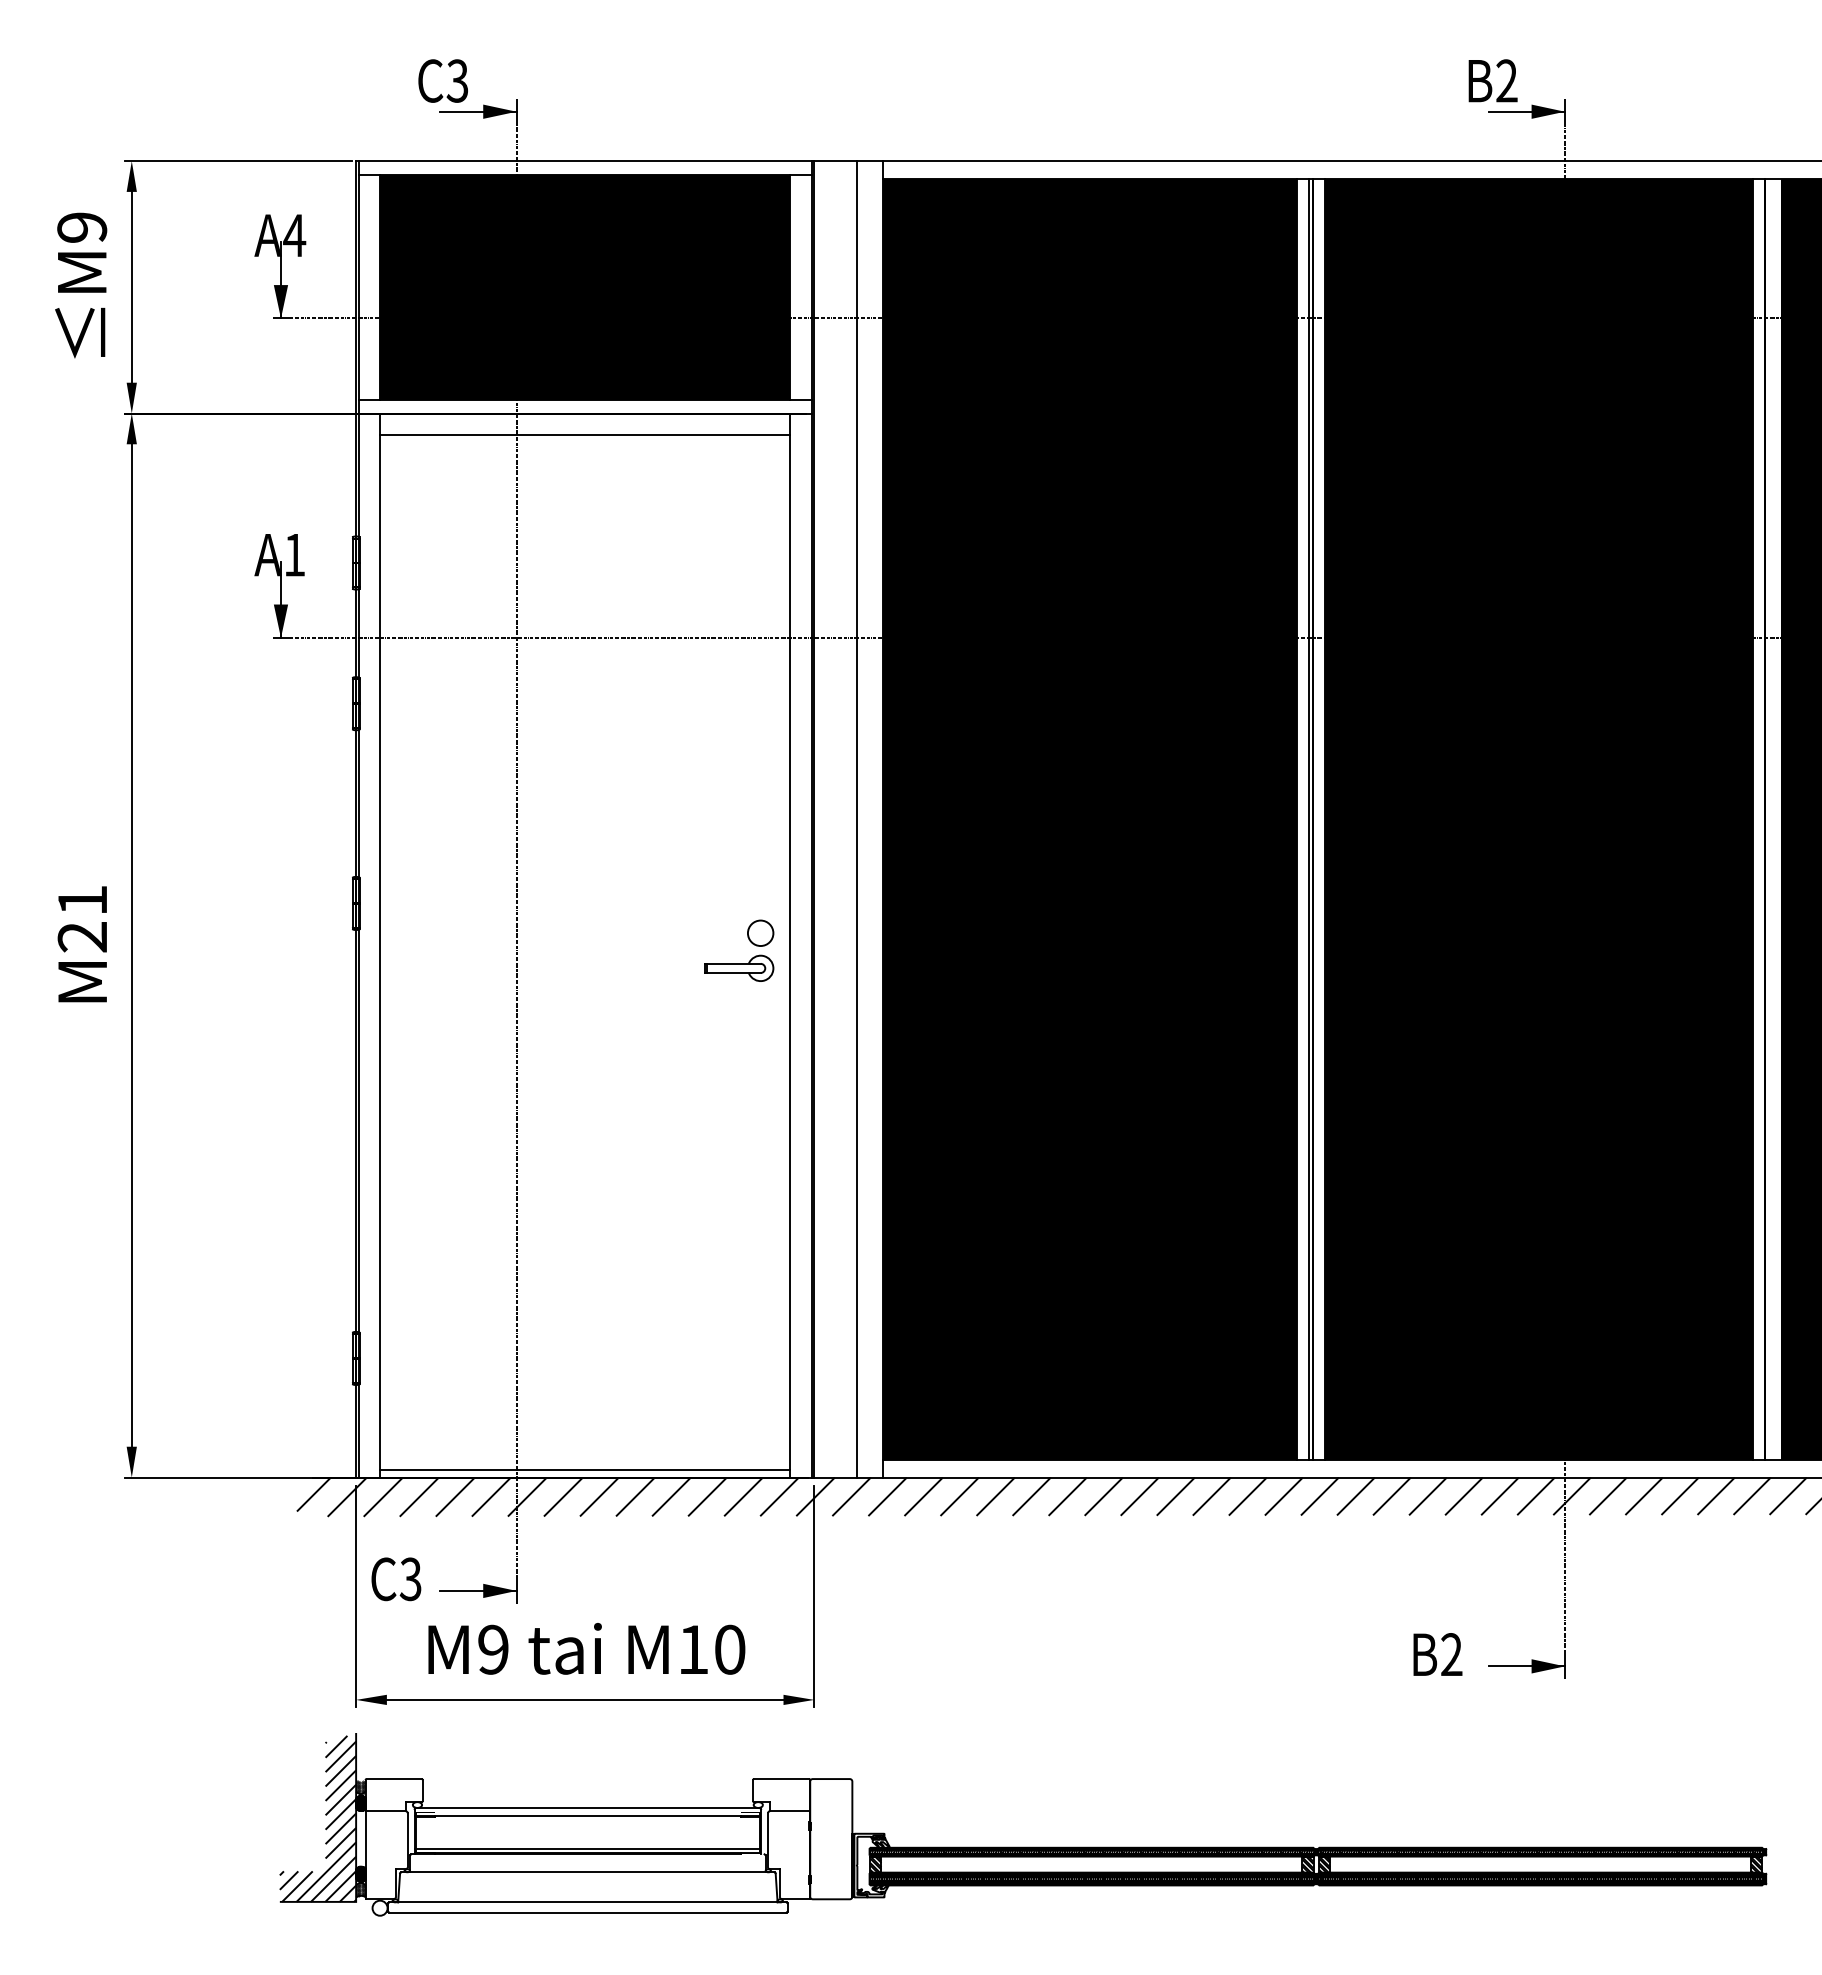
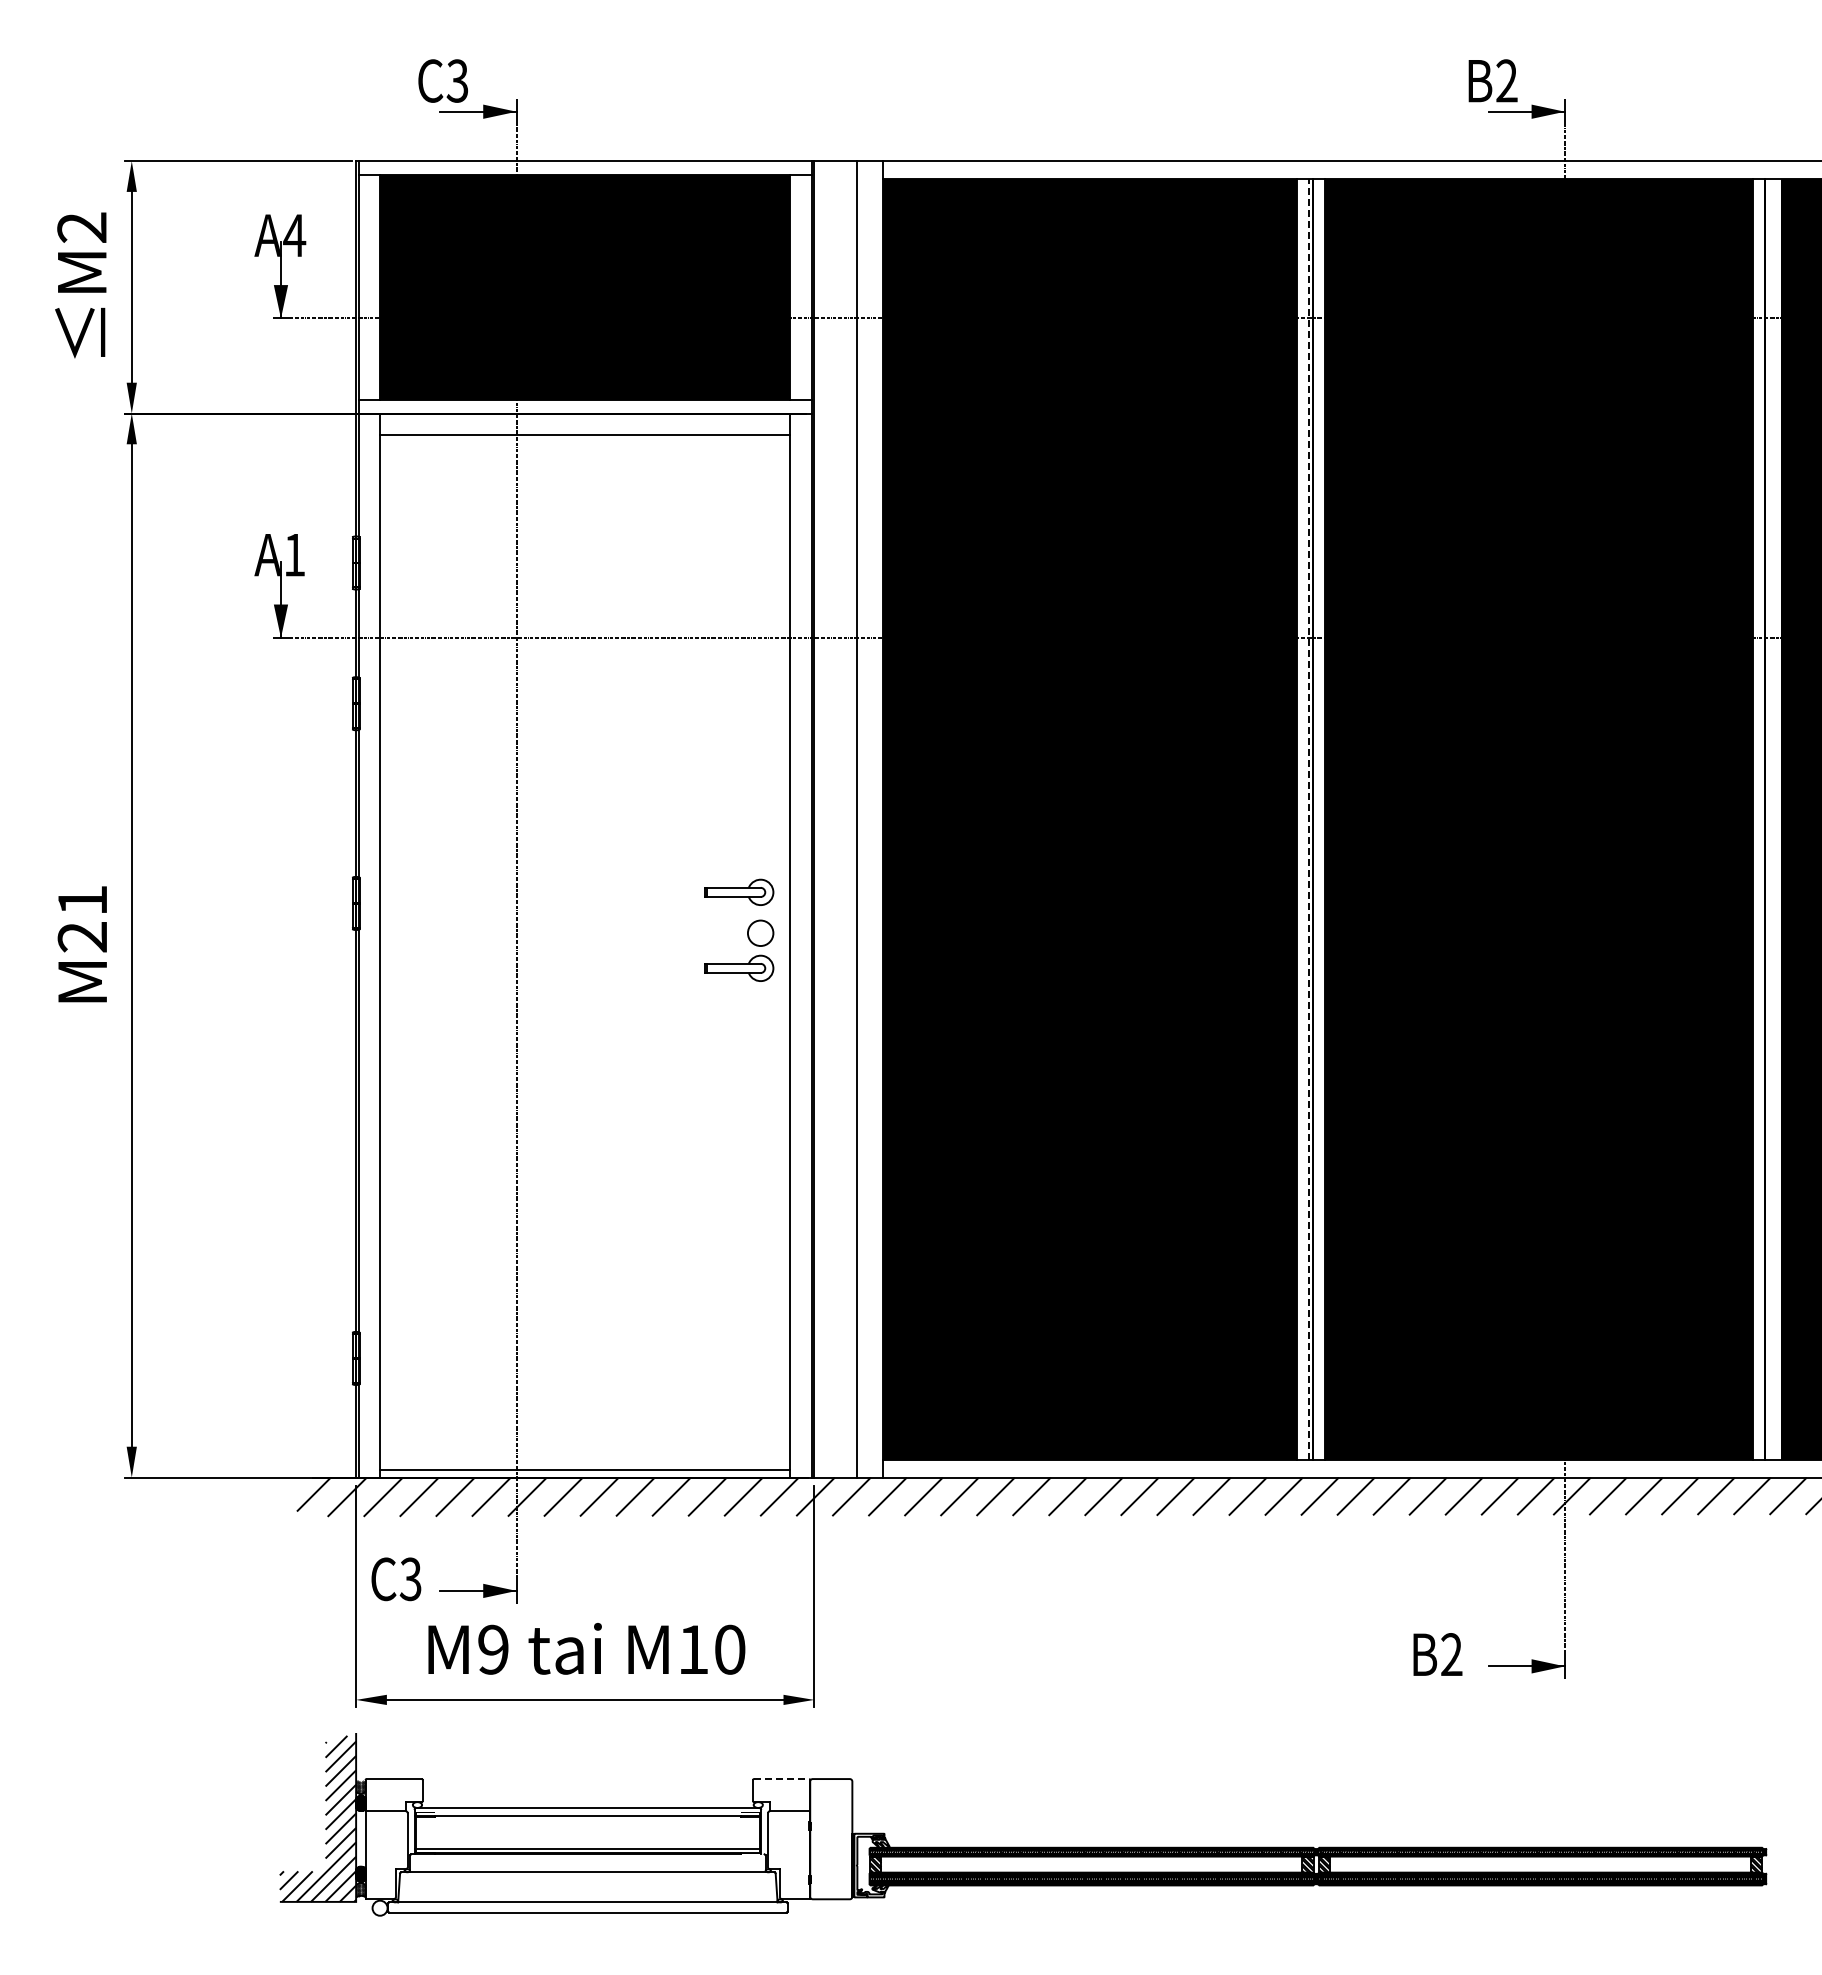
text at (82, 227): M9 -> M2
line at (1308, 818): solid -> dashed
part at (739, 891): none -> present
line at (781, 1779): solid -> dashed
